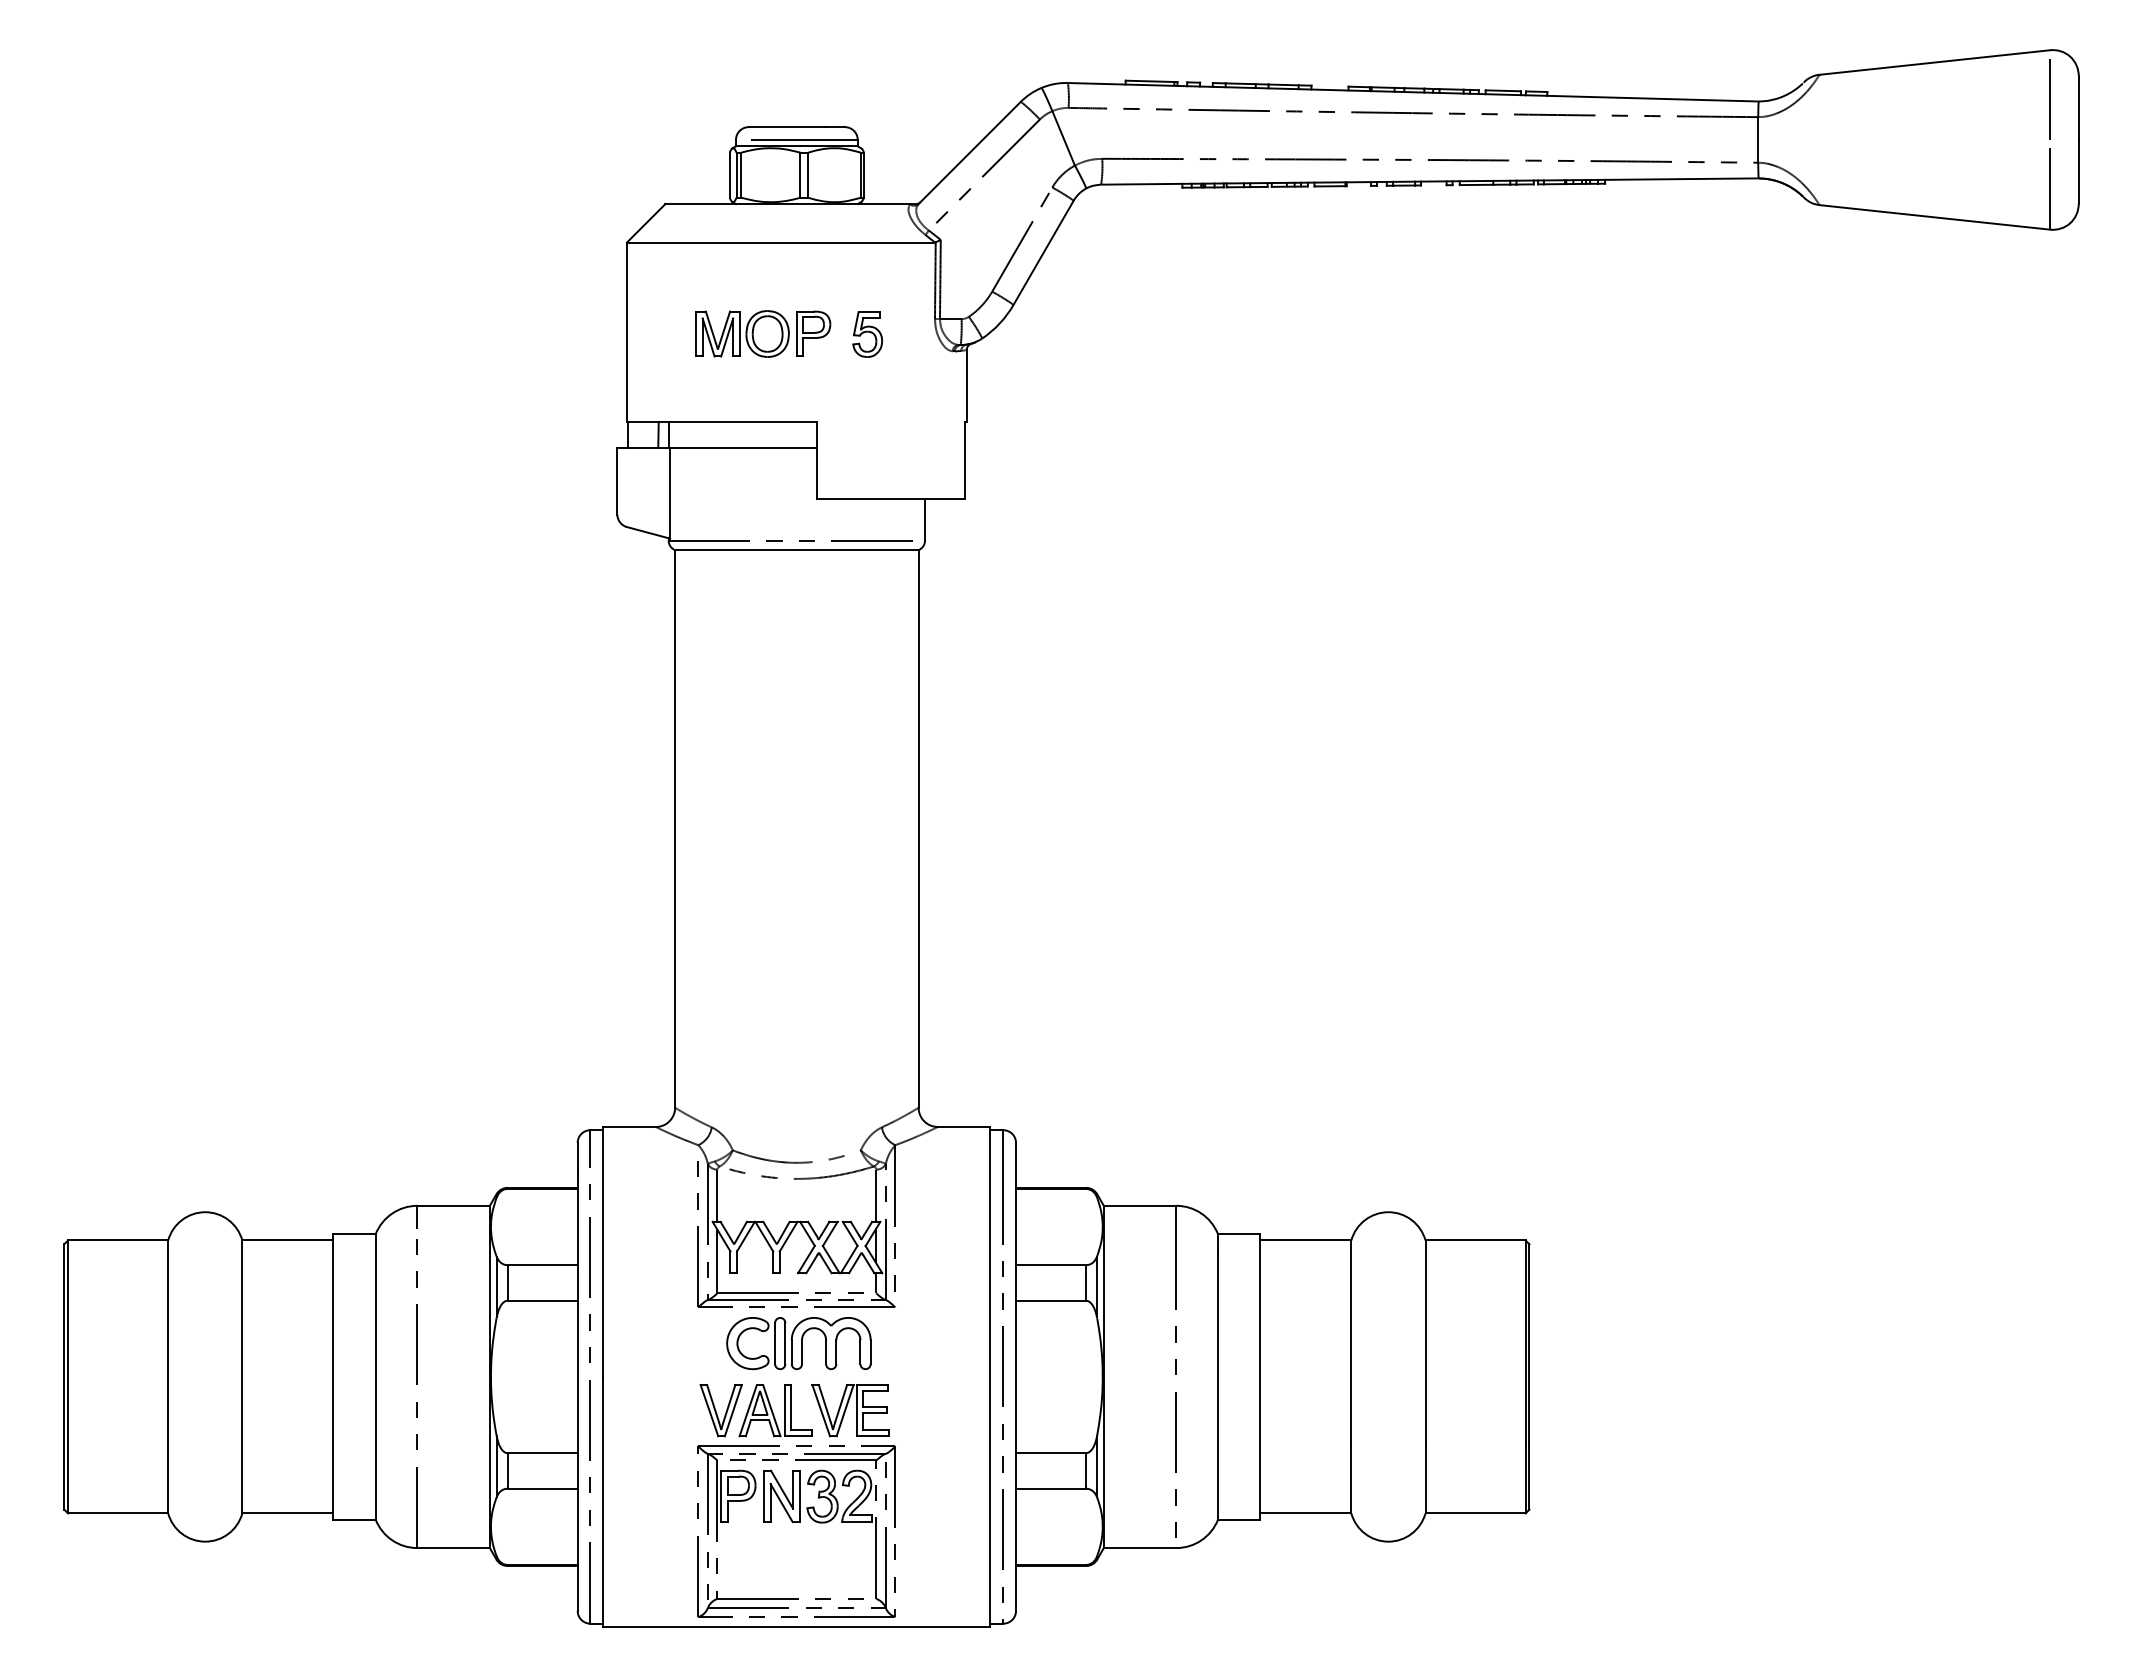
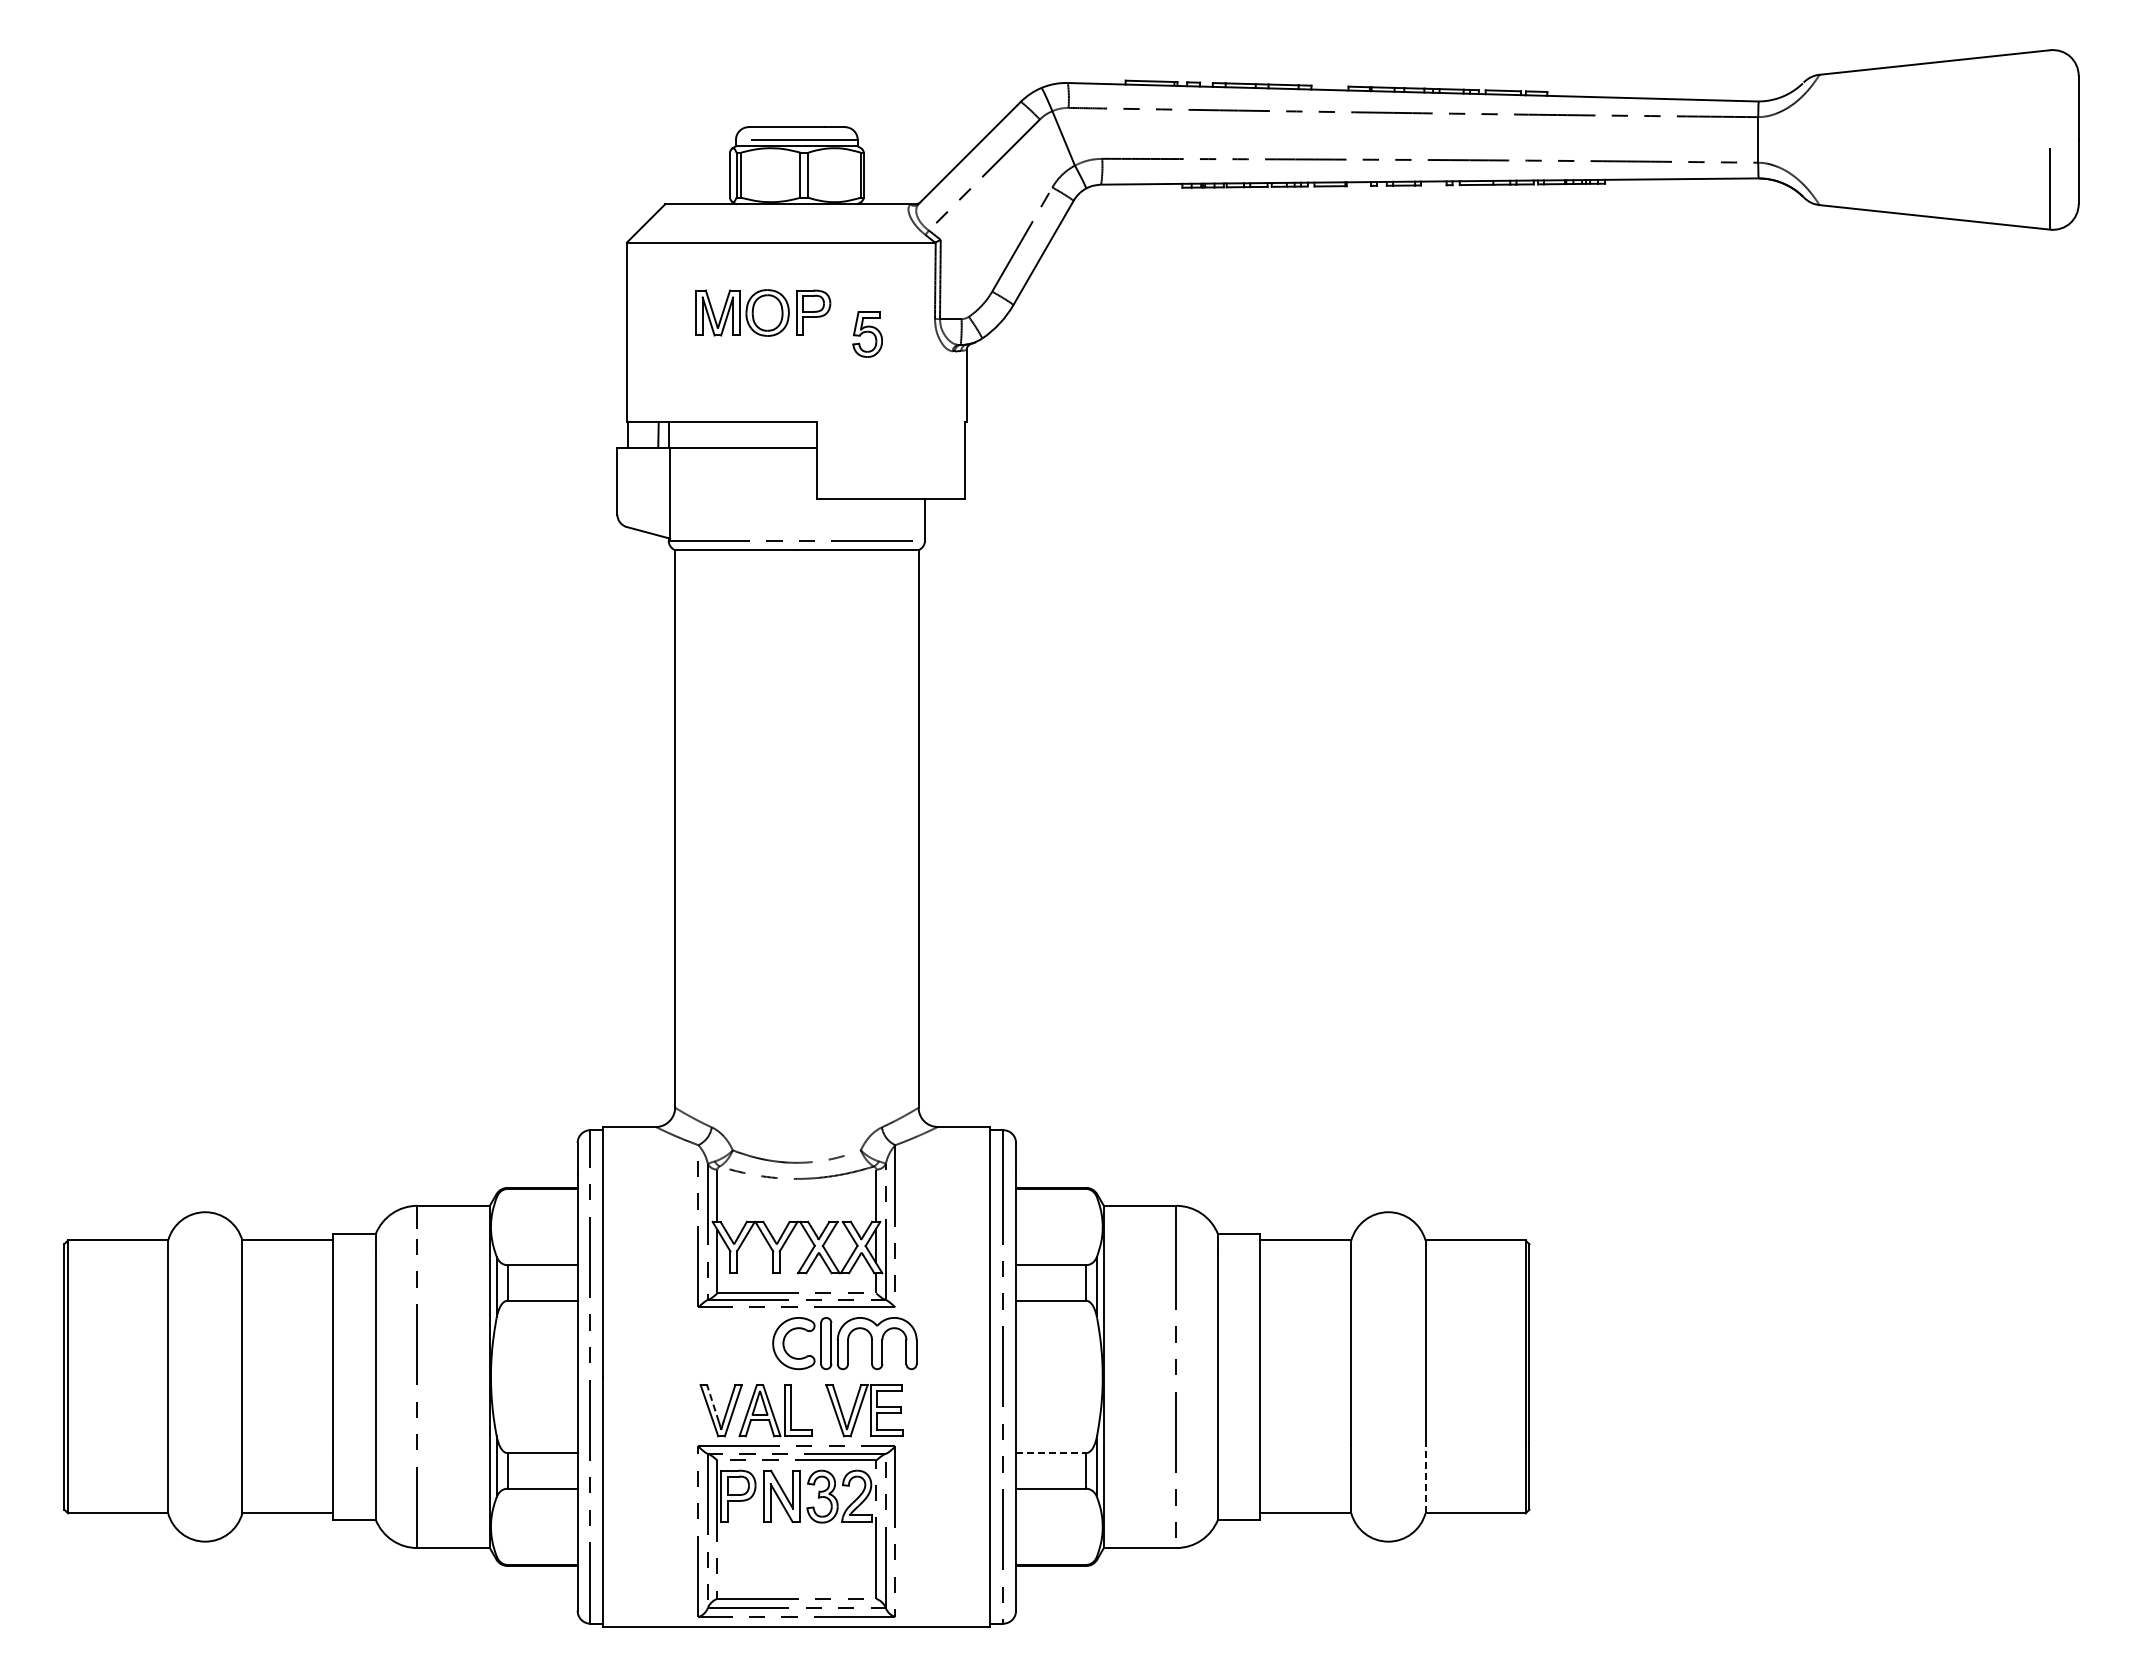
line at (2049, 99): present -> none
part at (763, 333) position: (763, 333) -> (763, 312)
part at (798, 1343) position: (798, 1343) -> (844, 1343)
line at (712, 1402): solid -> dashed
part at (850, 1410) position: (850, 1410) -> (864, 1410)
line at (1051, 1453): solid -> dashed
line at (1425, 1478): solid -> dashed
